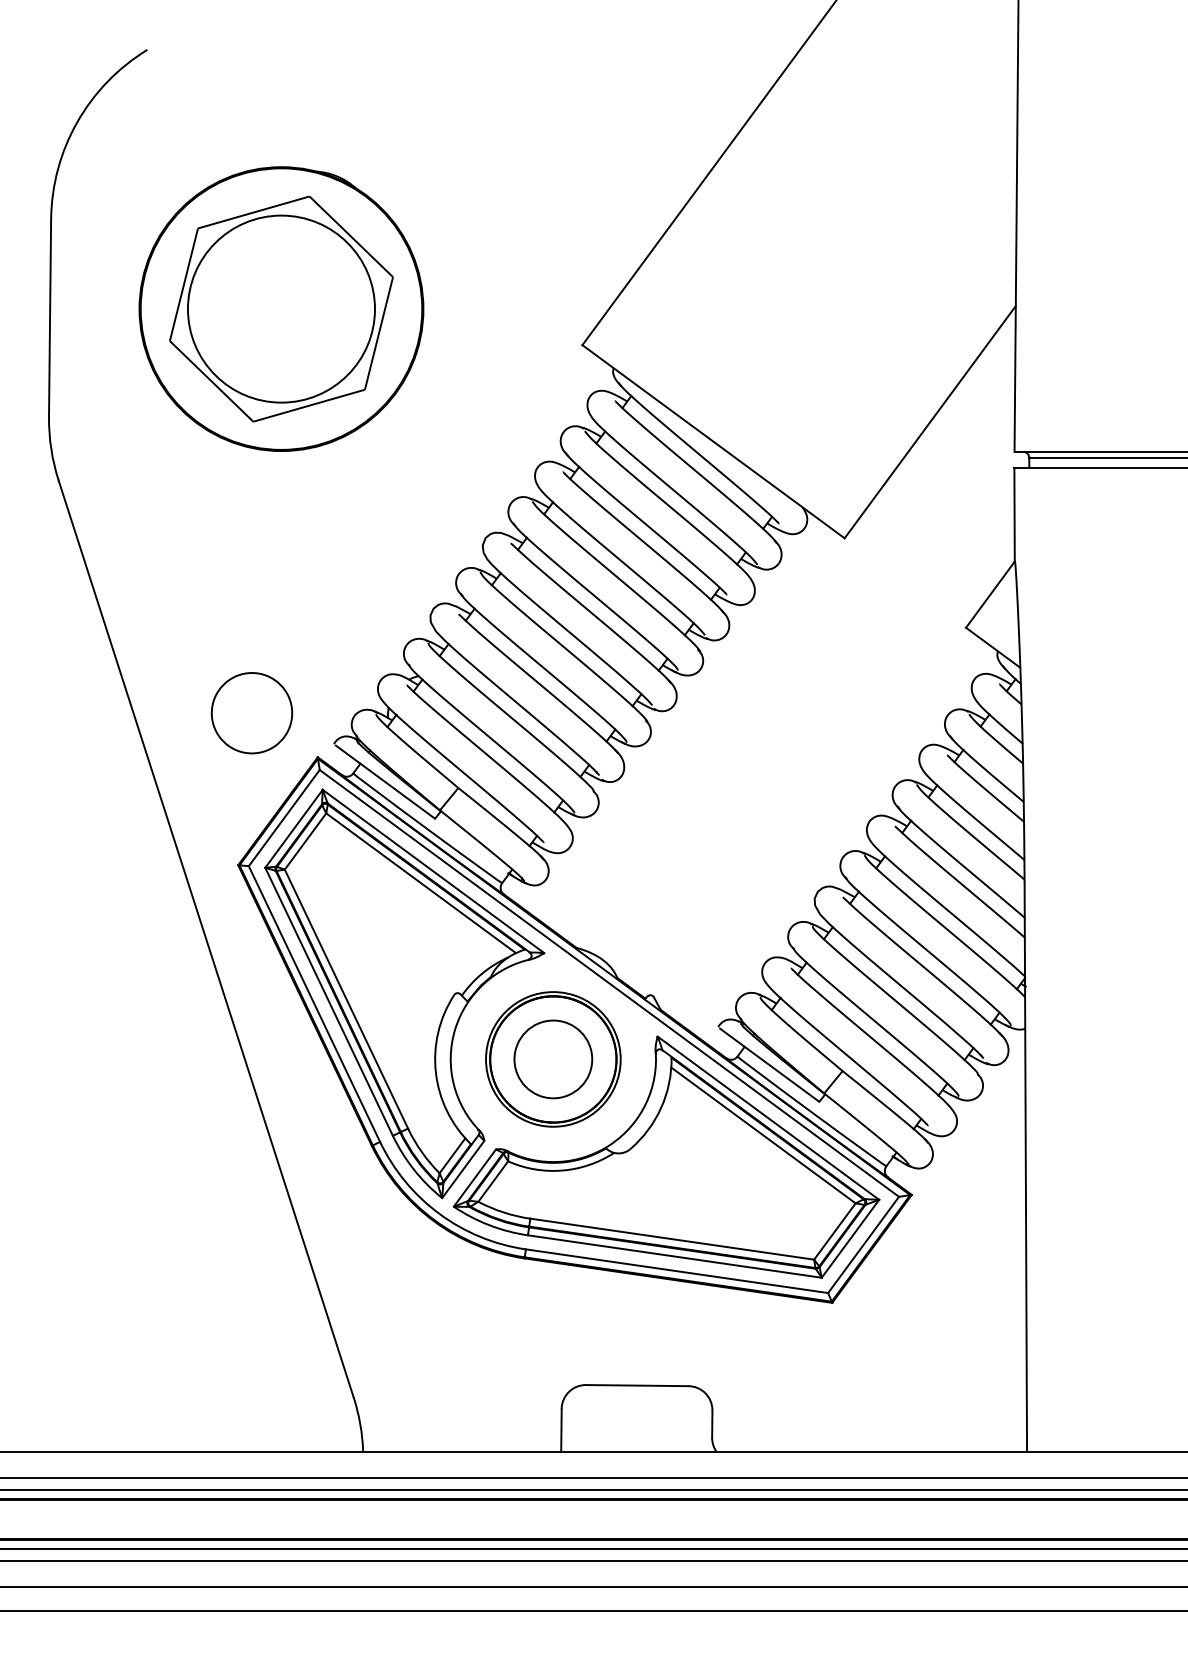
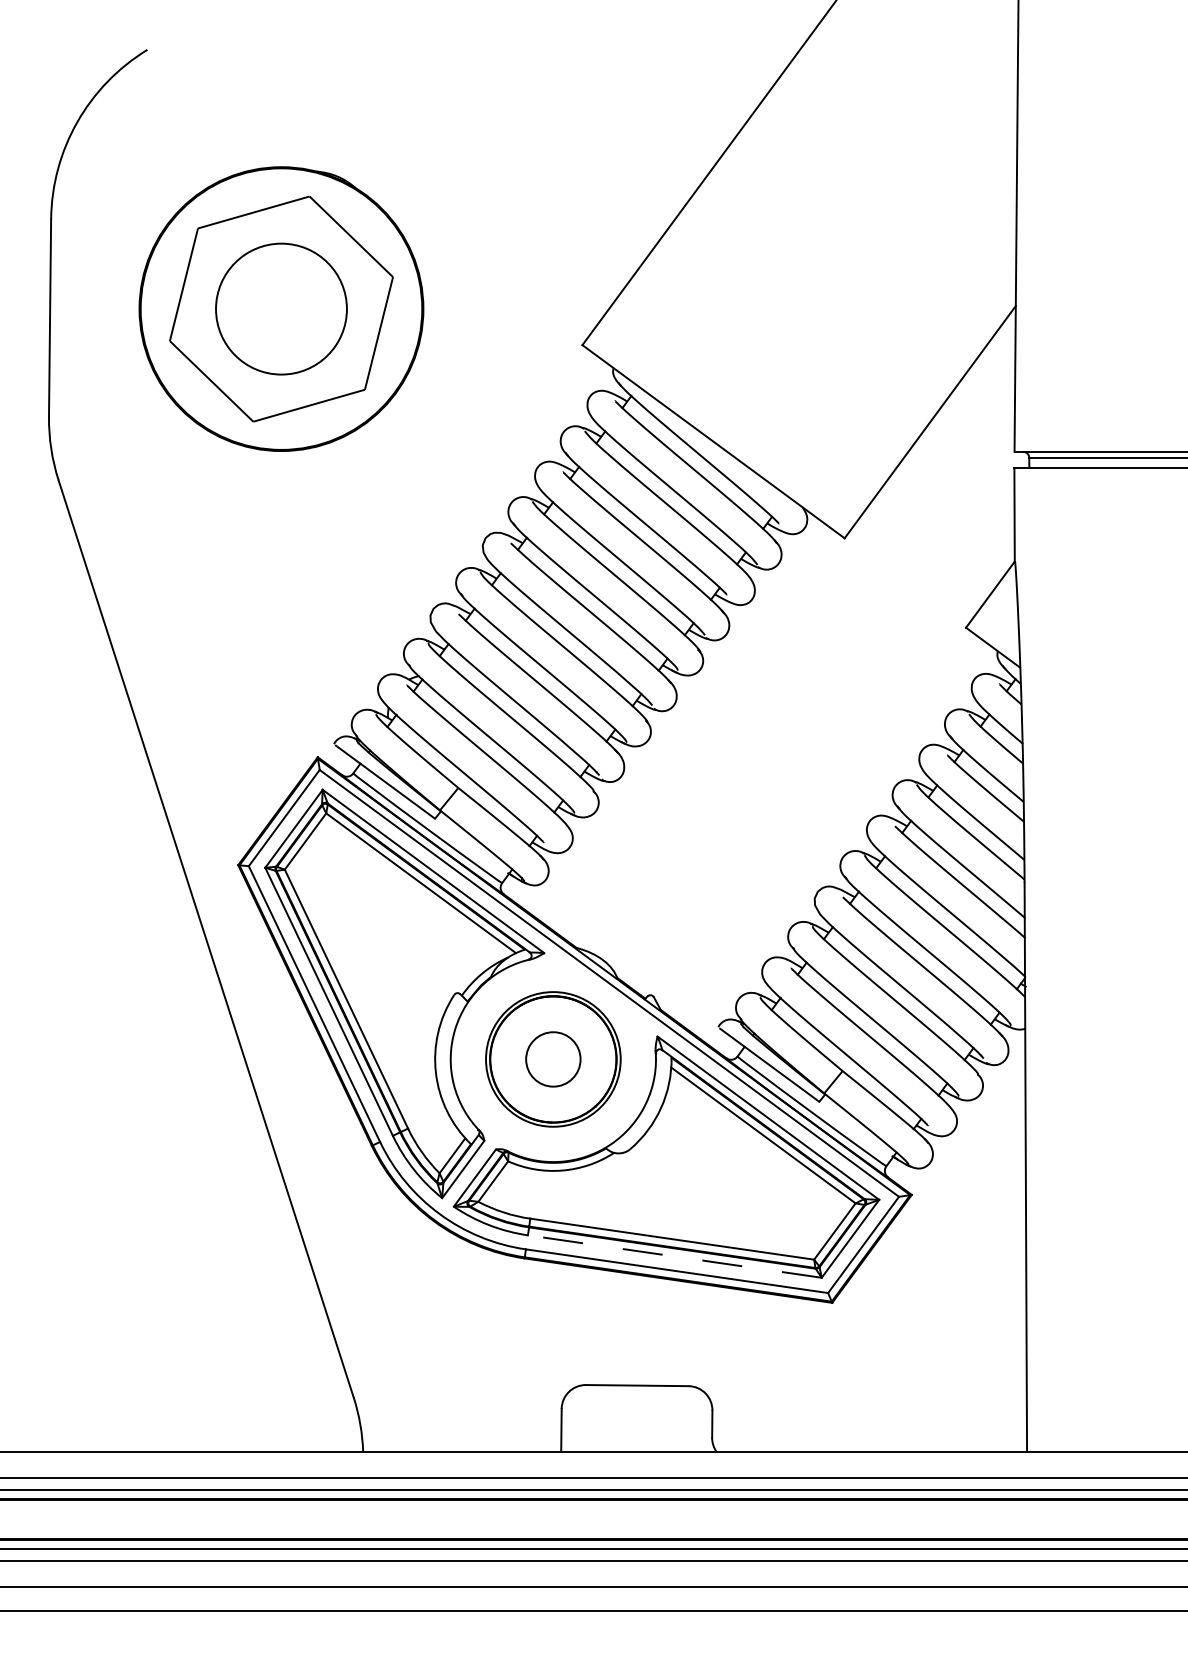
circle at (281, 308) diameter: 187 px -> 131 px
circle at (251, 713): present -> none
circle at (553, 1059) diameter: 78 px -> 54 px
line at (674, 1256): solid -> dashed
